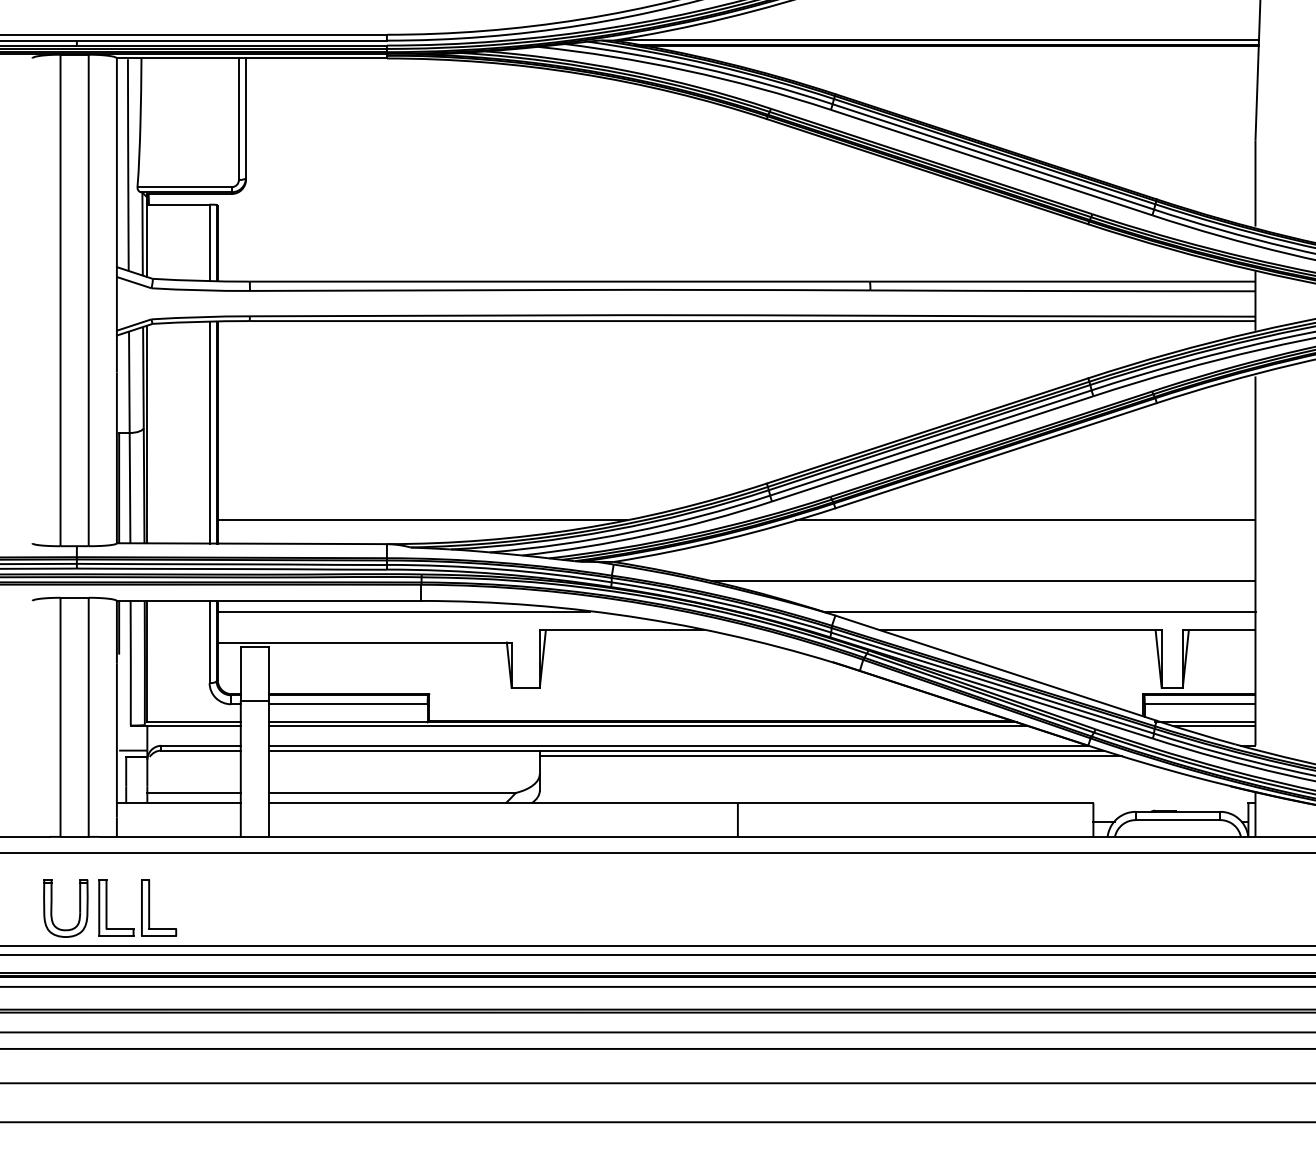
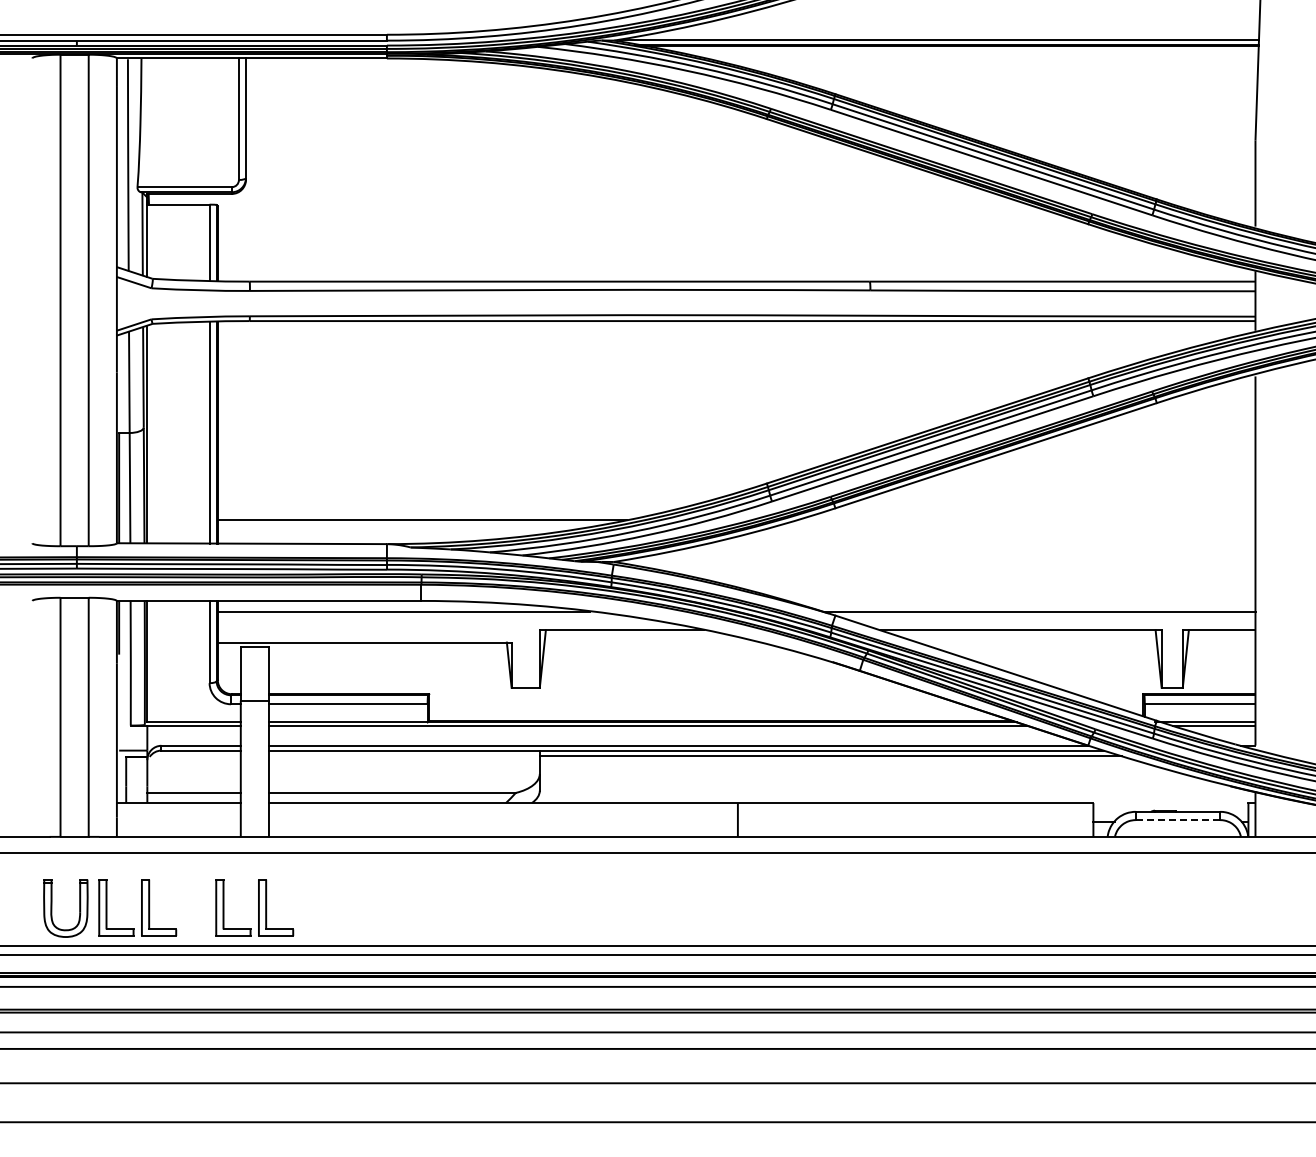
line at (1025, 519): present -> none
line at (983, 581): present -> none
line at (1177, 820): solid -> dashed
part at (254, 907): none -> present
